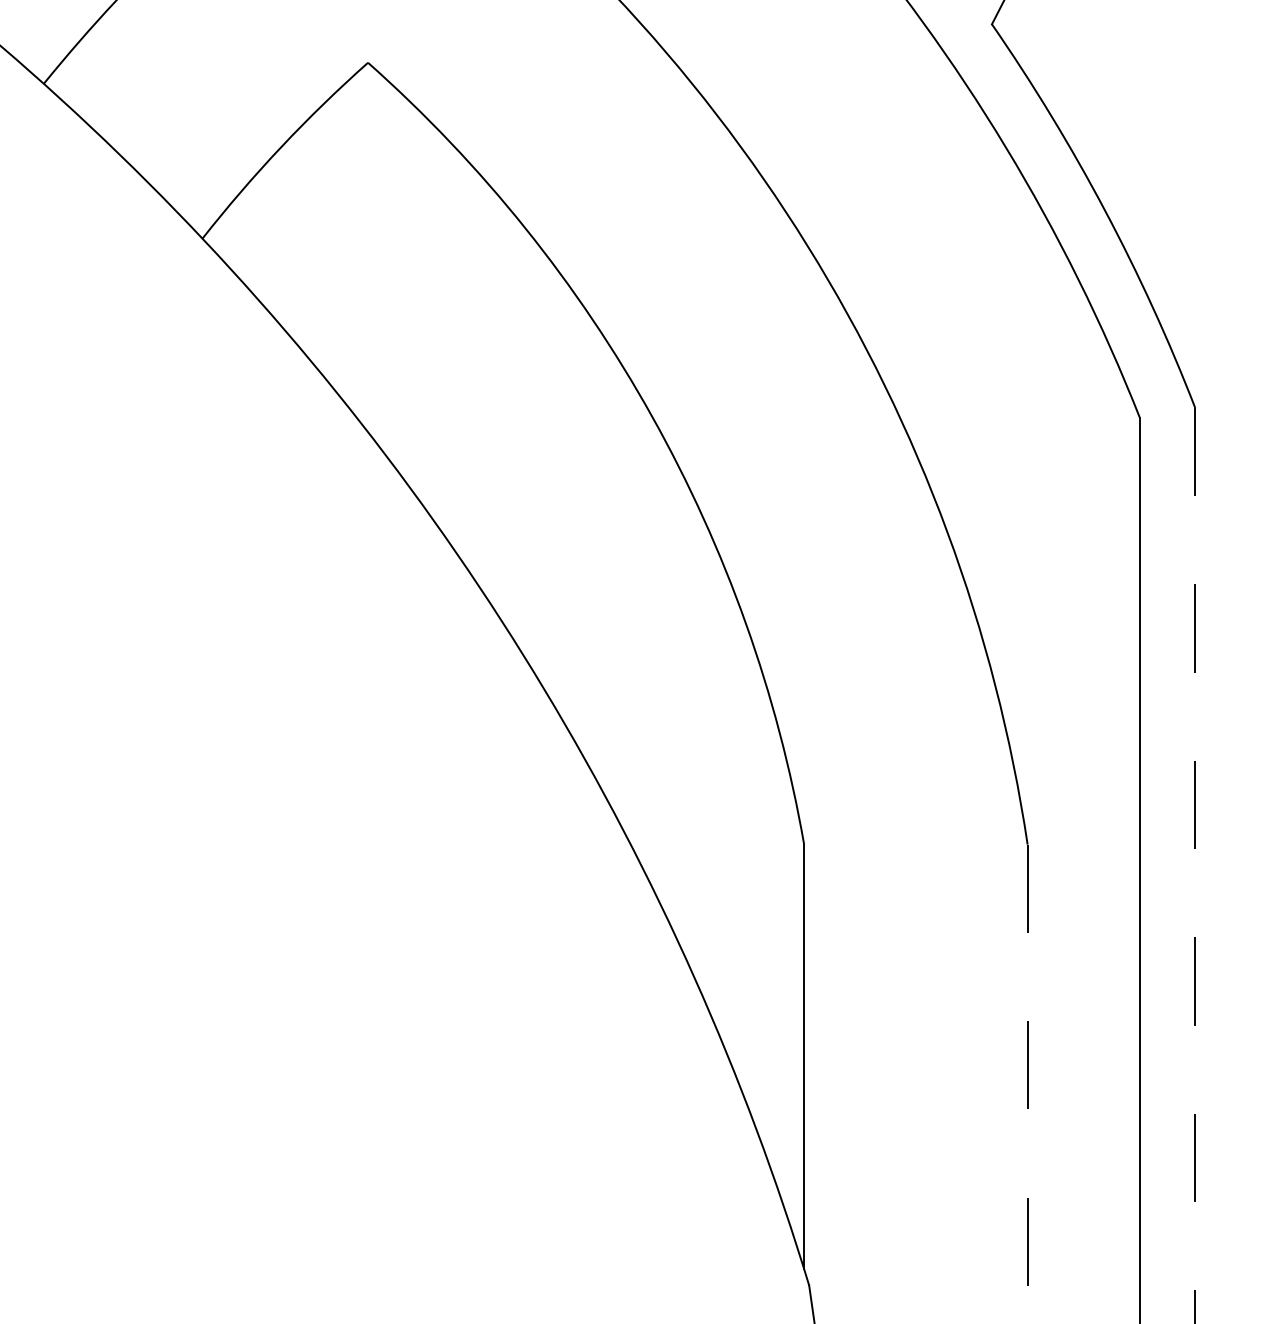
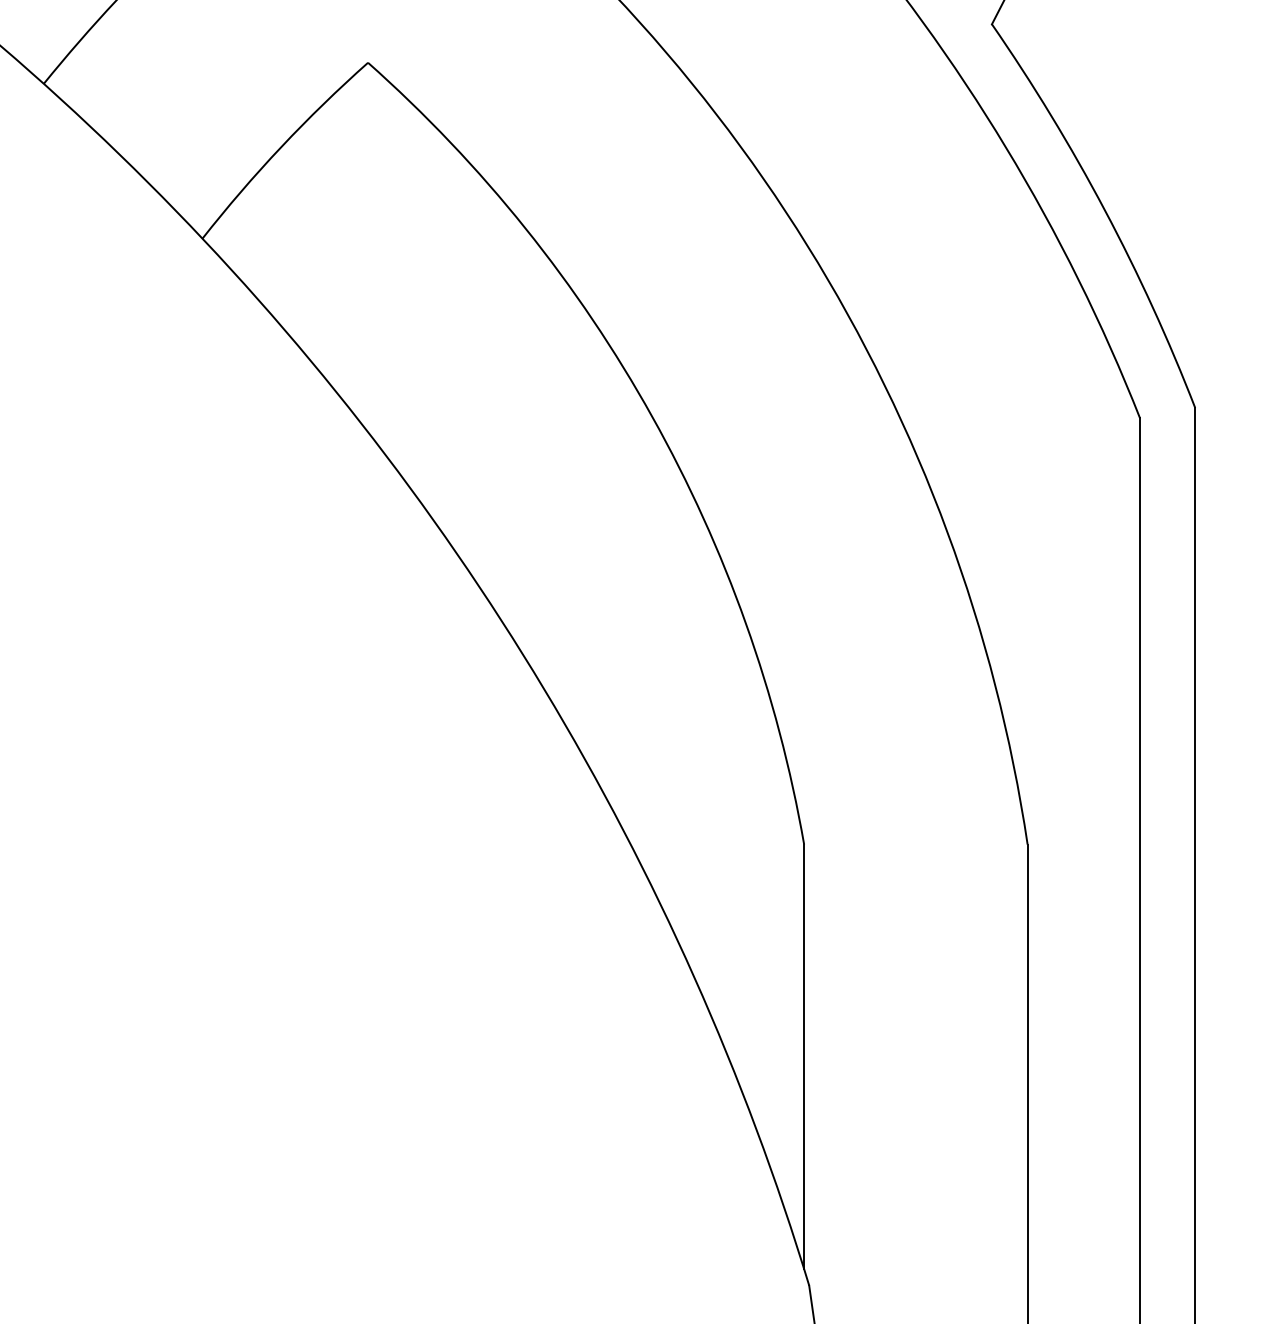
line at (1195, 865): dashed -> solid
line at (1027, 1084): dashed -> solid
